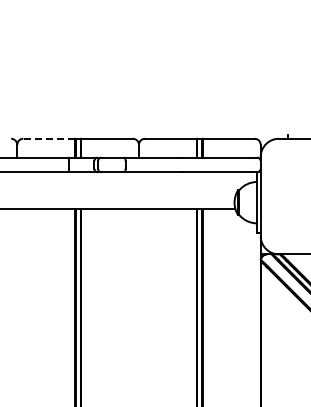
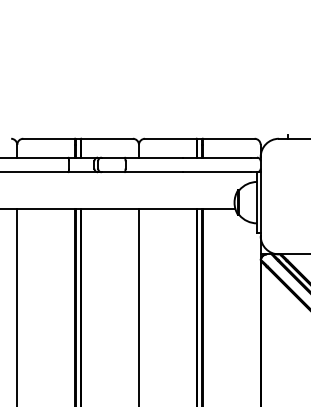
line at (49, 138): dashed -> solid
line at (17, 305): none -> present
line at (138, 305): none -> present
